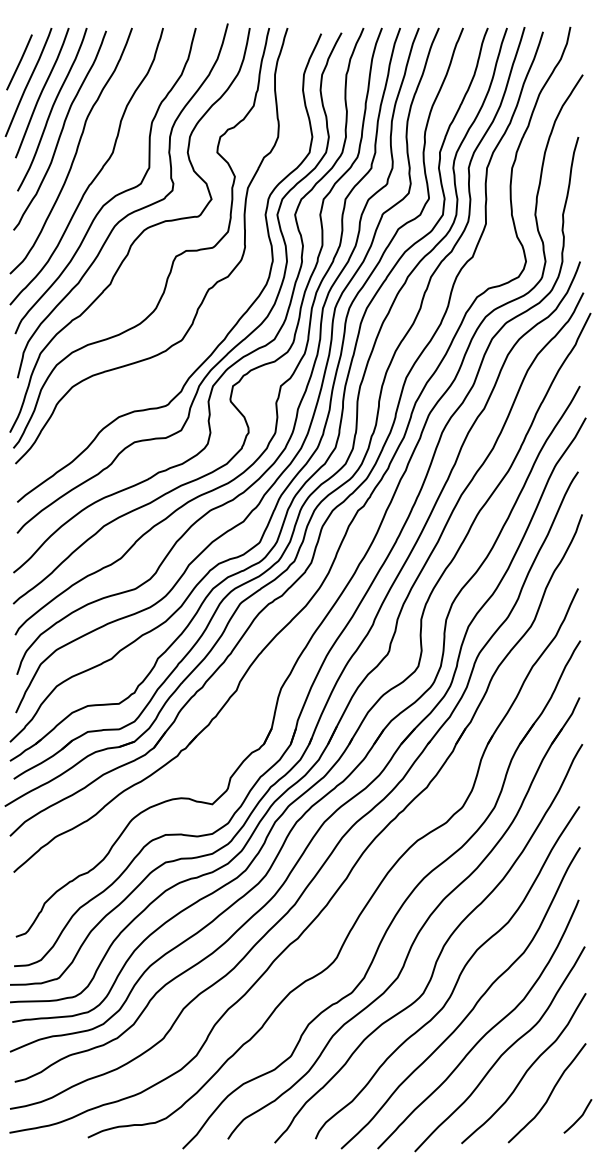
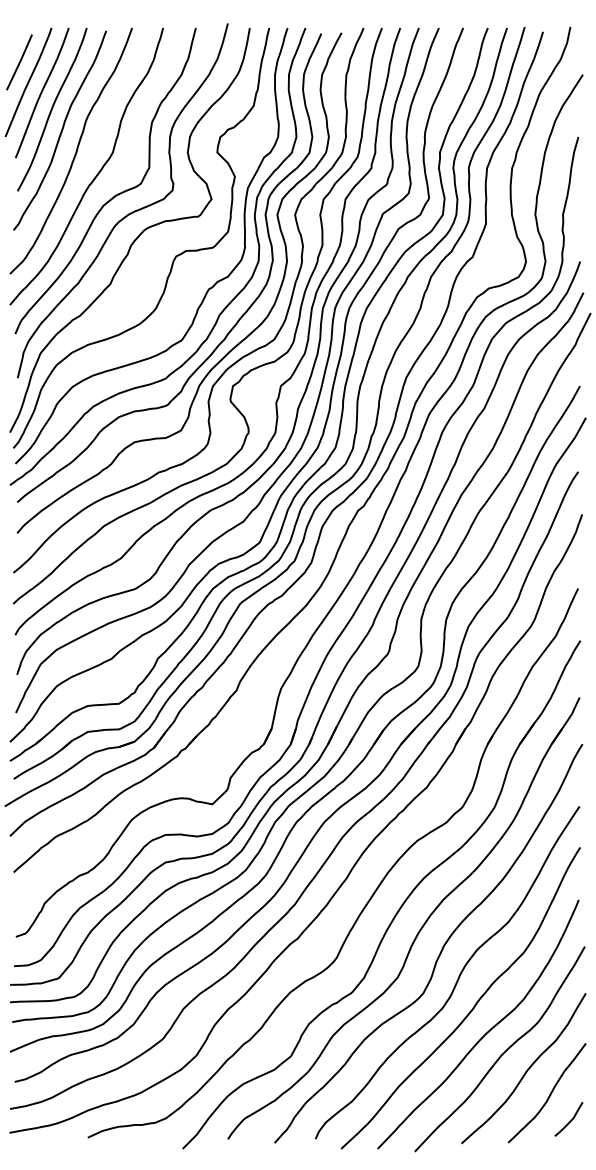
curve at (223, 308): none -> present
curve at (579, 1117) position: (579, 1117) -> (570, 1120)
